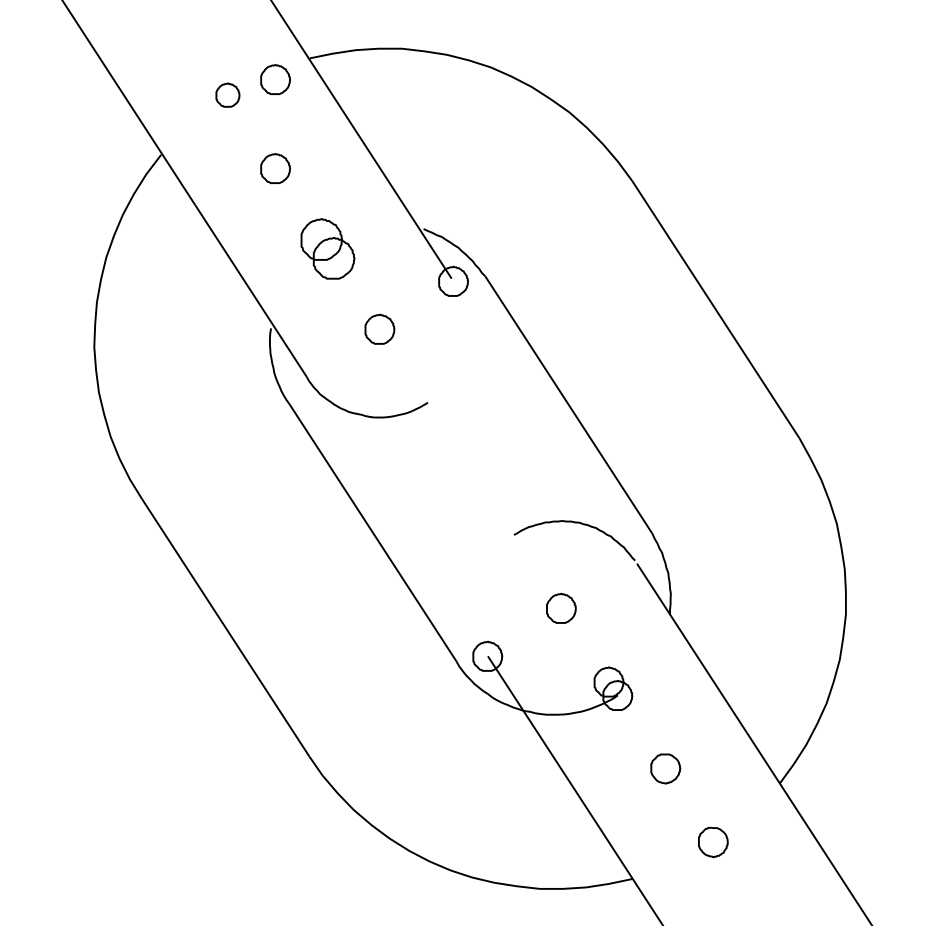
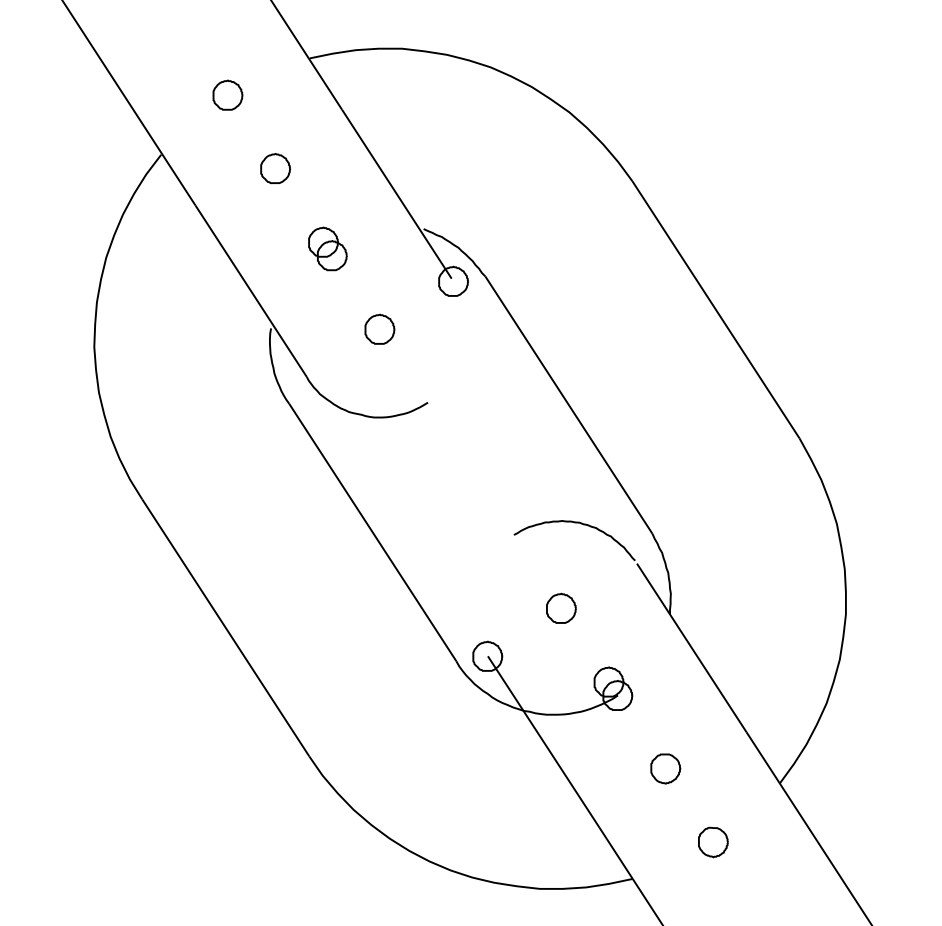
part at (275, 79): present -> none
part at (227, 94) size: 26x26 px -> 32x32 px
part at (327, 248) size: 56x62 px -> 40x46 px
